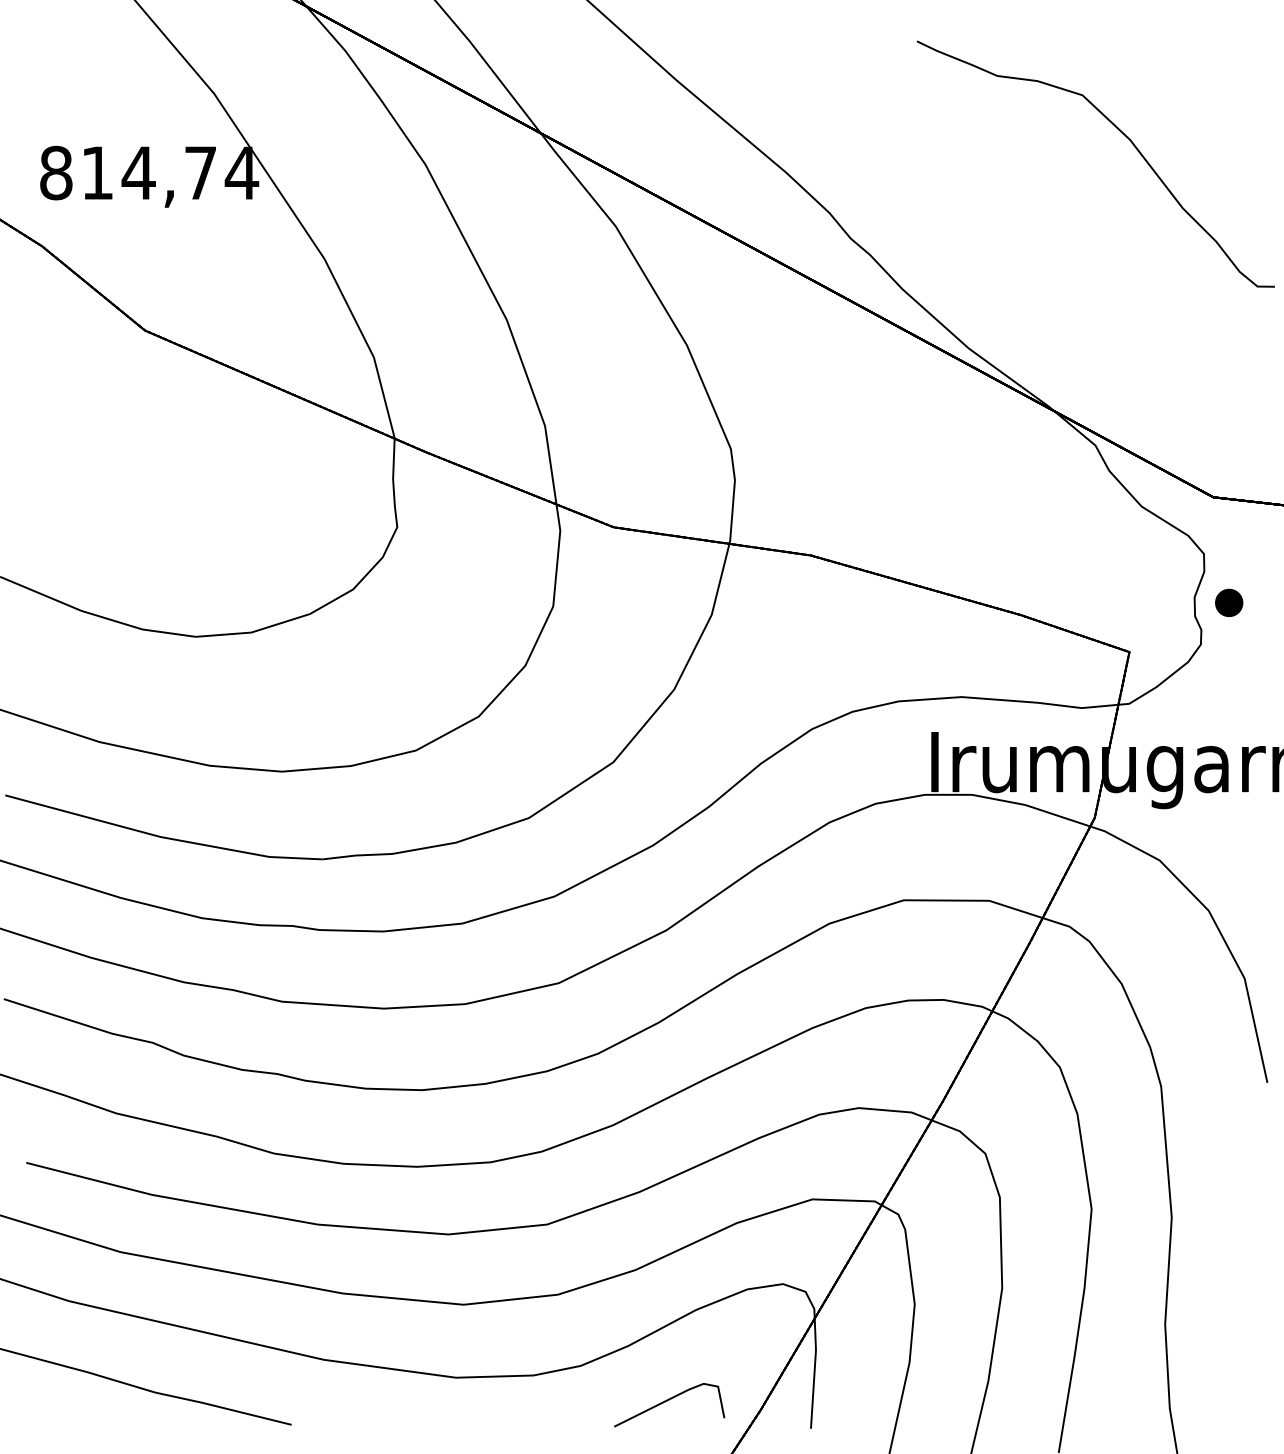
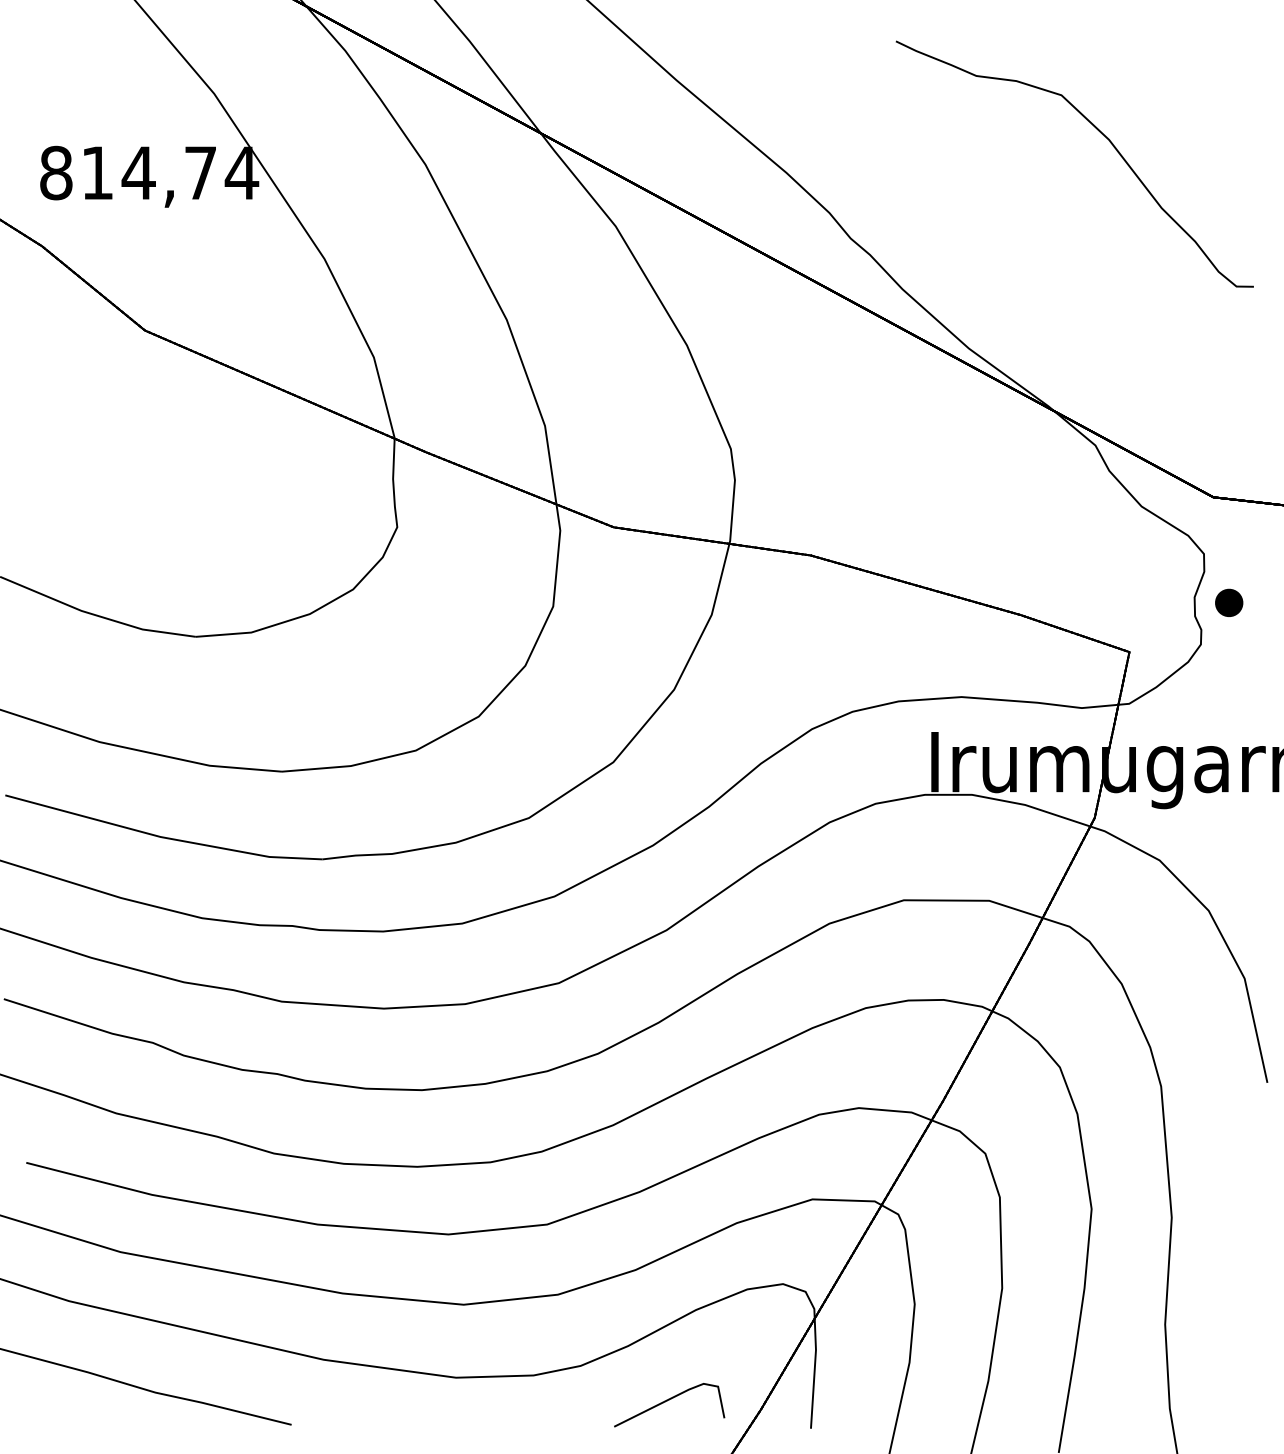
curve at (1122, 134) position: (1122, 134) -> (1101, 134)
